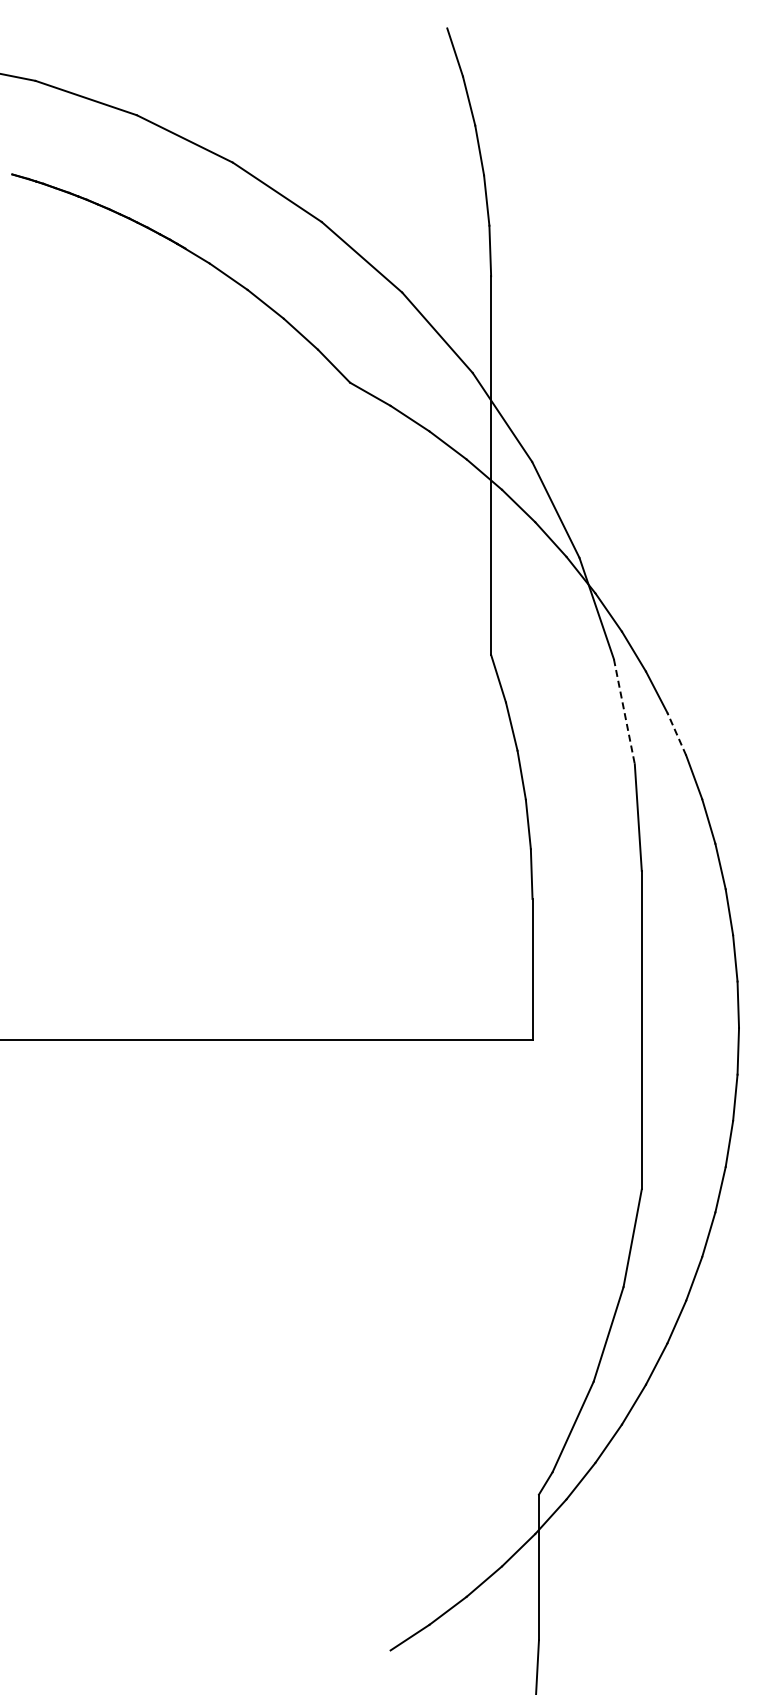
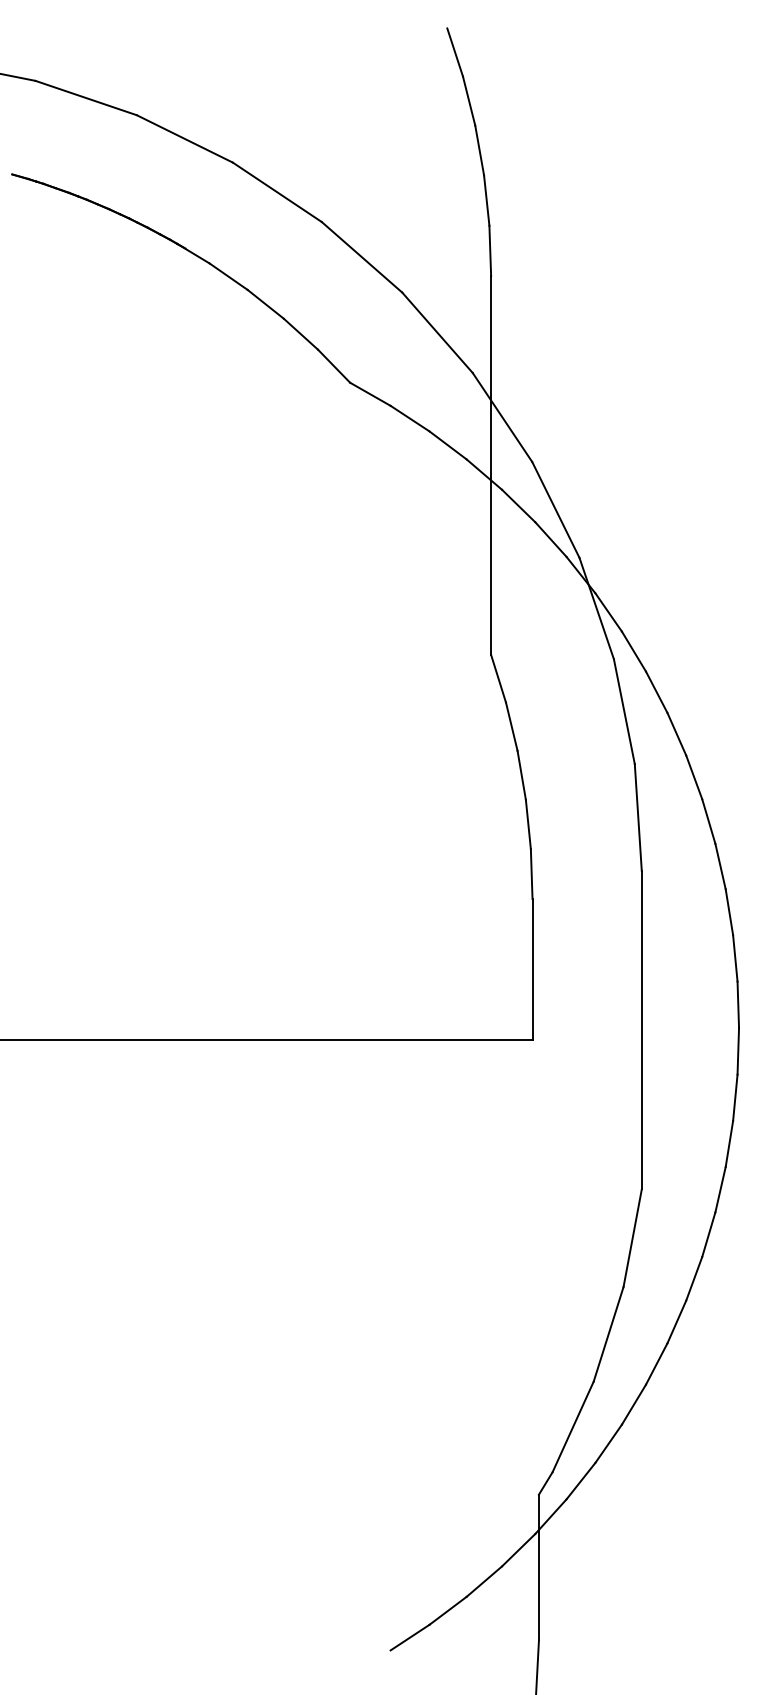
line at (624, 712): dashed -> solid
line at (676, 733): dashed -> solid
